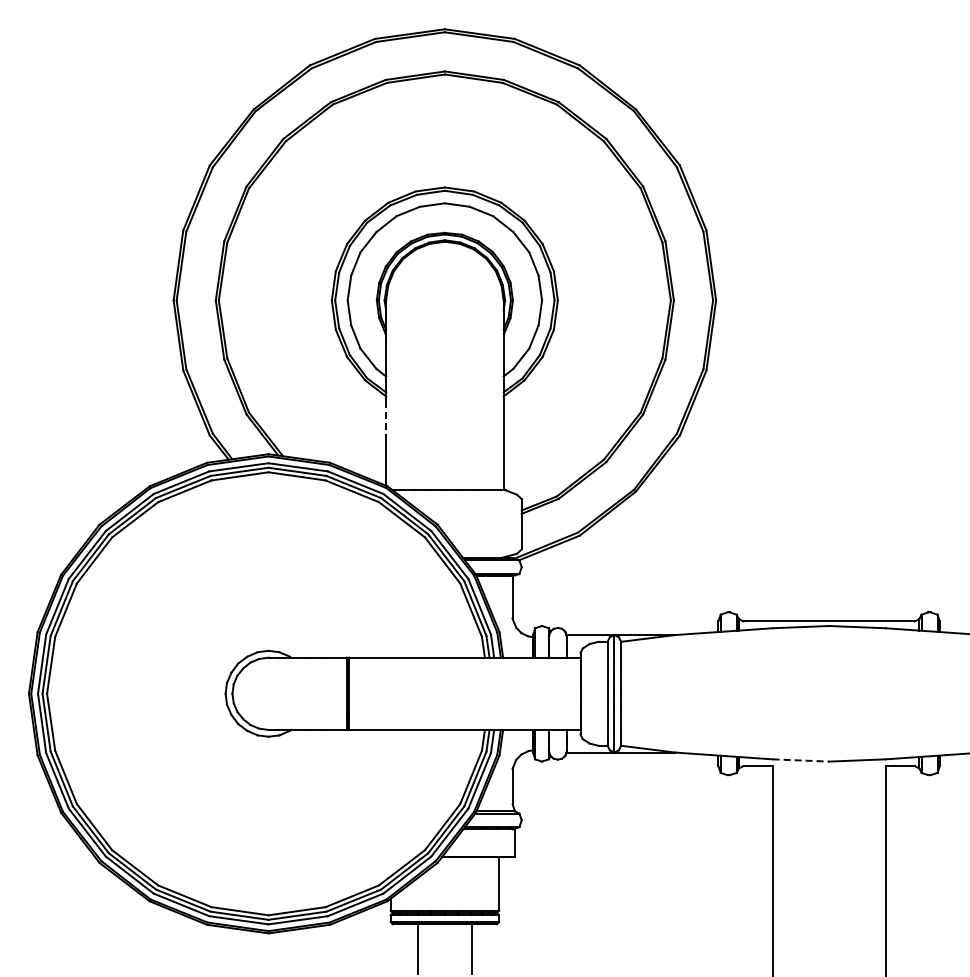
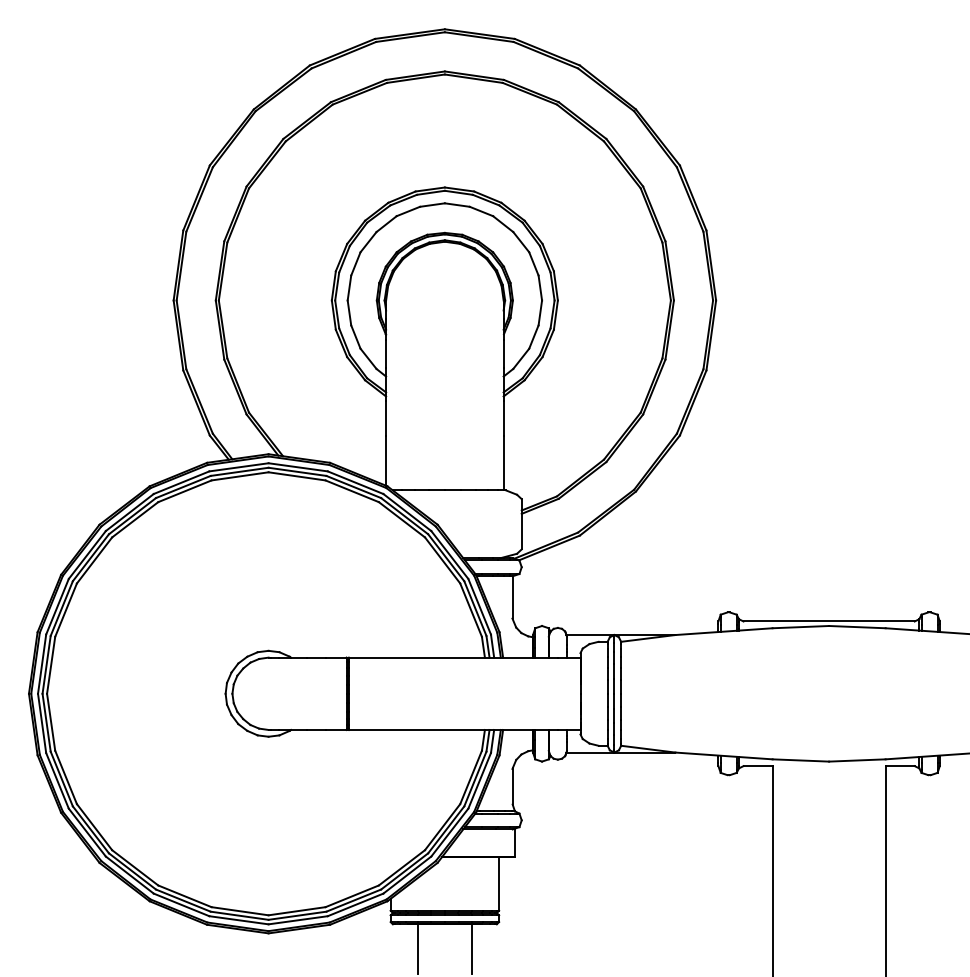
line at (386, 418): dashed -> solid
line at (801, 760): dashed -> solid
